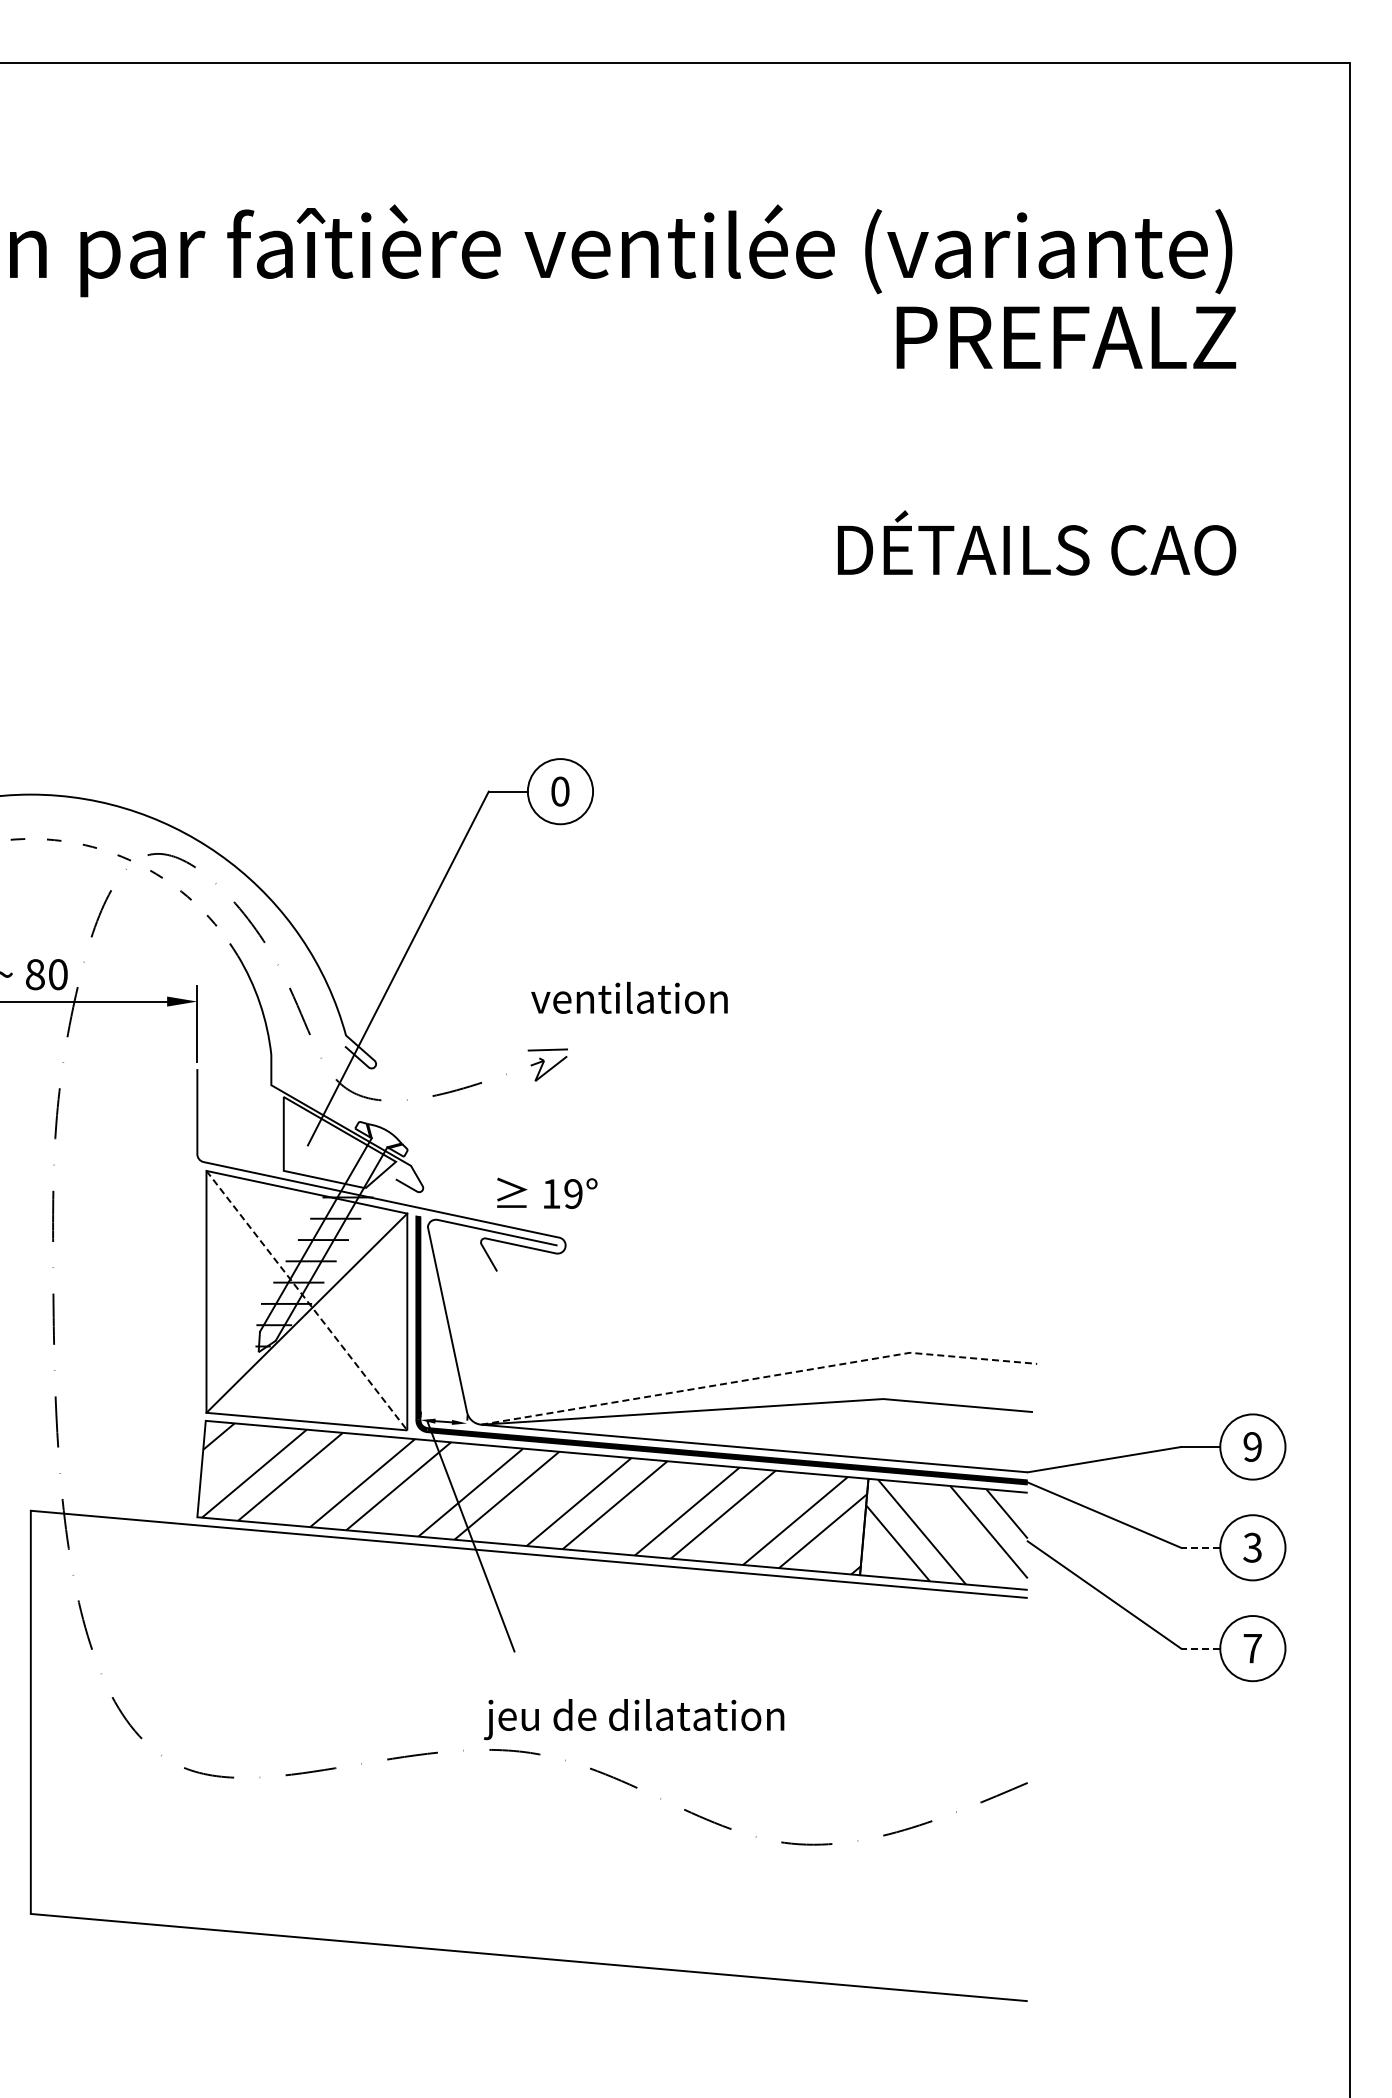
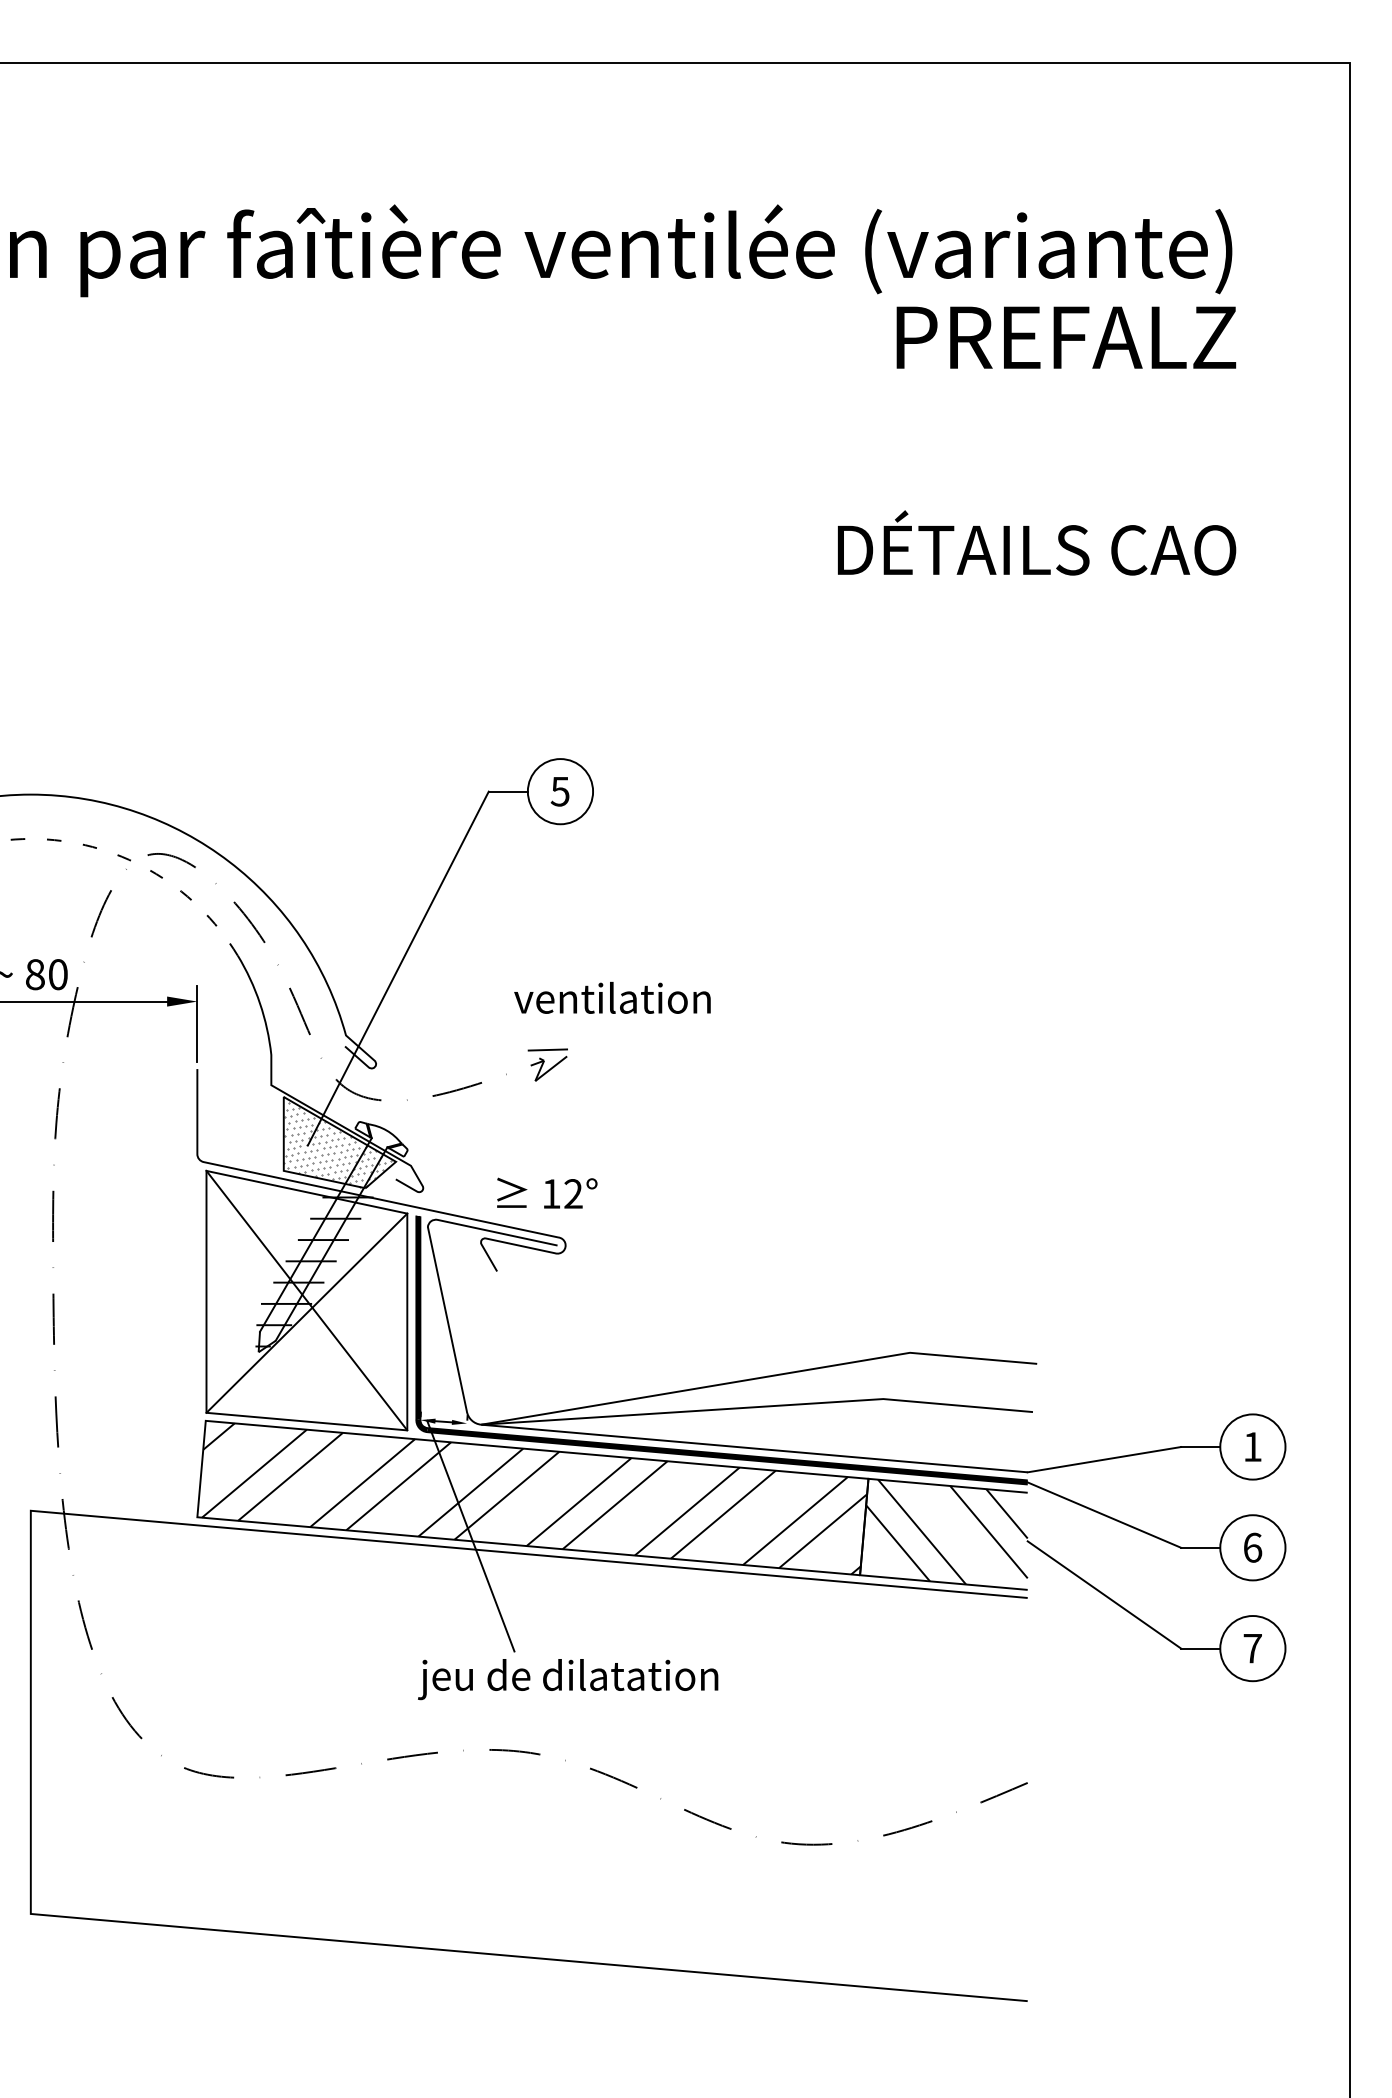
text at (559, 791): 0 -> 5
text at (629, 997) position: (629, 997) -> (612, 997)
hatch at (337, 1141): none -> present
text at (573, 1193): 19° -> 12°
line at (307, 1301): dashed -> solid
line at (759, 1378): dashed -> solid
text at (1252, 1446): 9 -> 1
line at (1200, 1547): dashed -> solid
text at (1252, 1547): 3 -> 6
line at (1200, 1648): dashed -> solid
text at (634, 1719) position: (634, 1719) -> (568, 1679)
